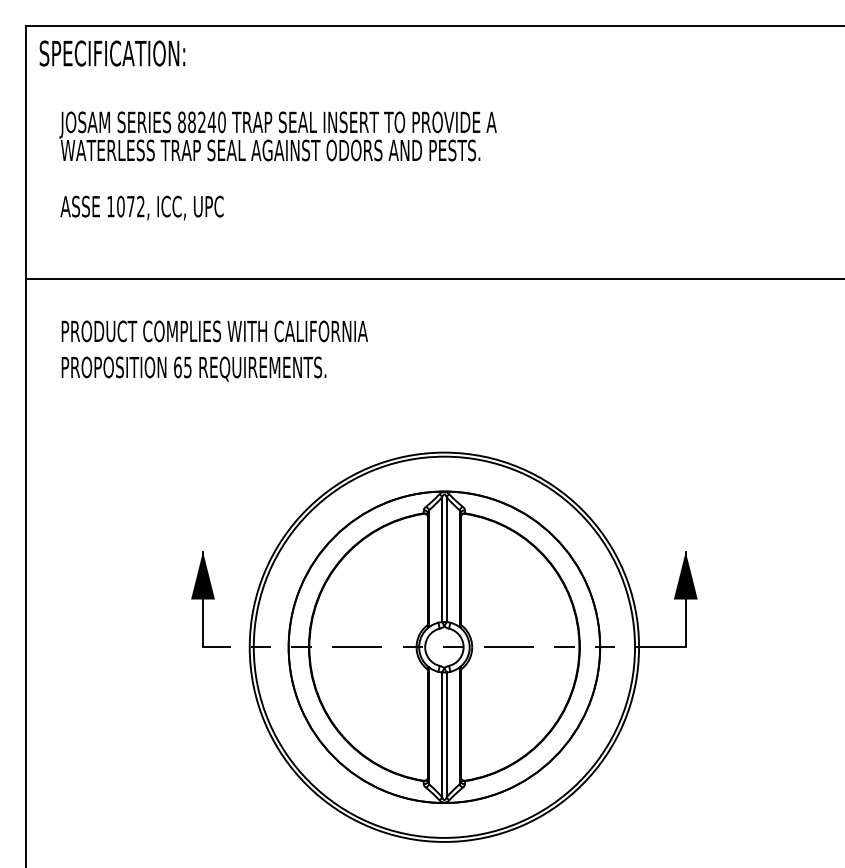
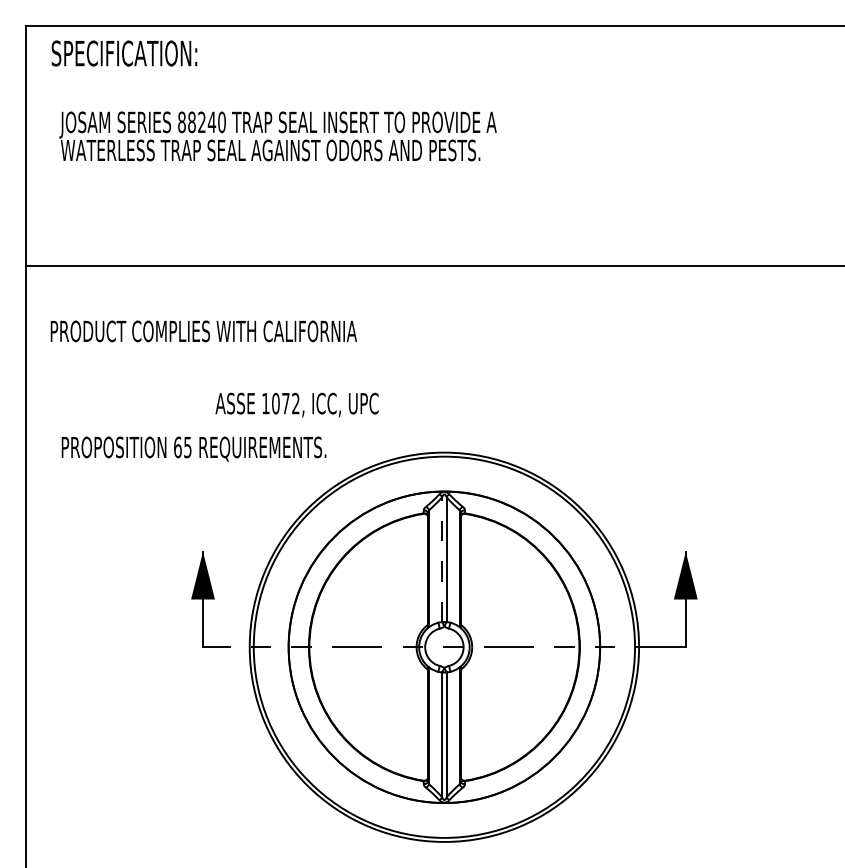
text at (112, 53) position: (112, 53) -> (124, 53)
text at (141, 207) position: (141, 207) -> (296, 404)
line at (433, 278) position: (433, 278) -> (433, 265)
text at (214, 331) position: (214, 331) -> (203, 331)
text at (193, 368) position: (193, 368) -> (193, 448)
line at (442, 559): solid -> dashed
